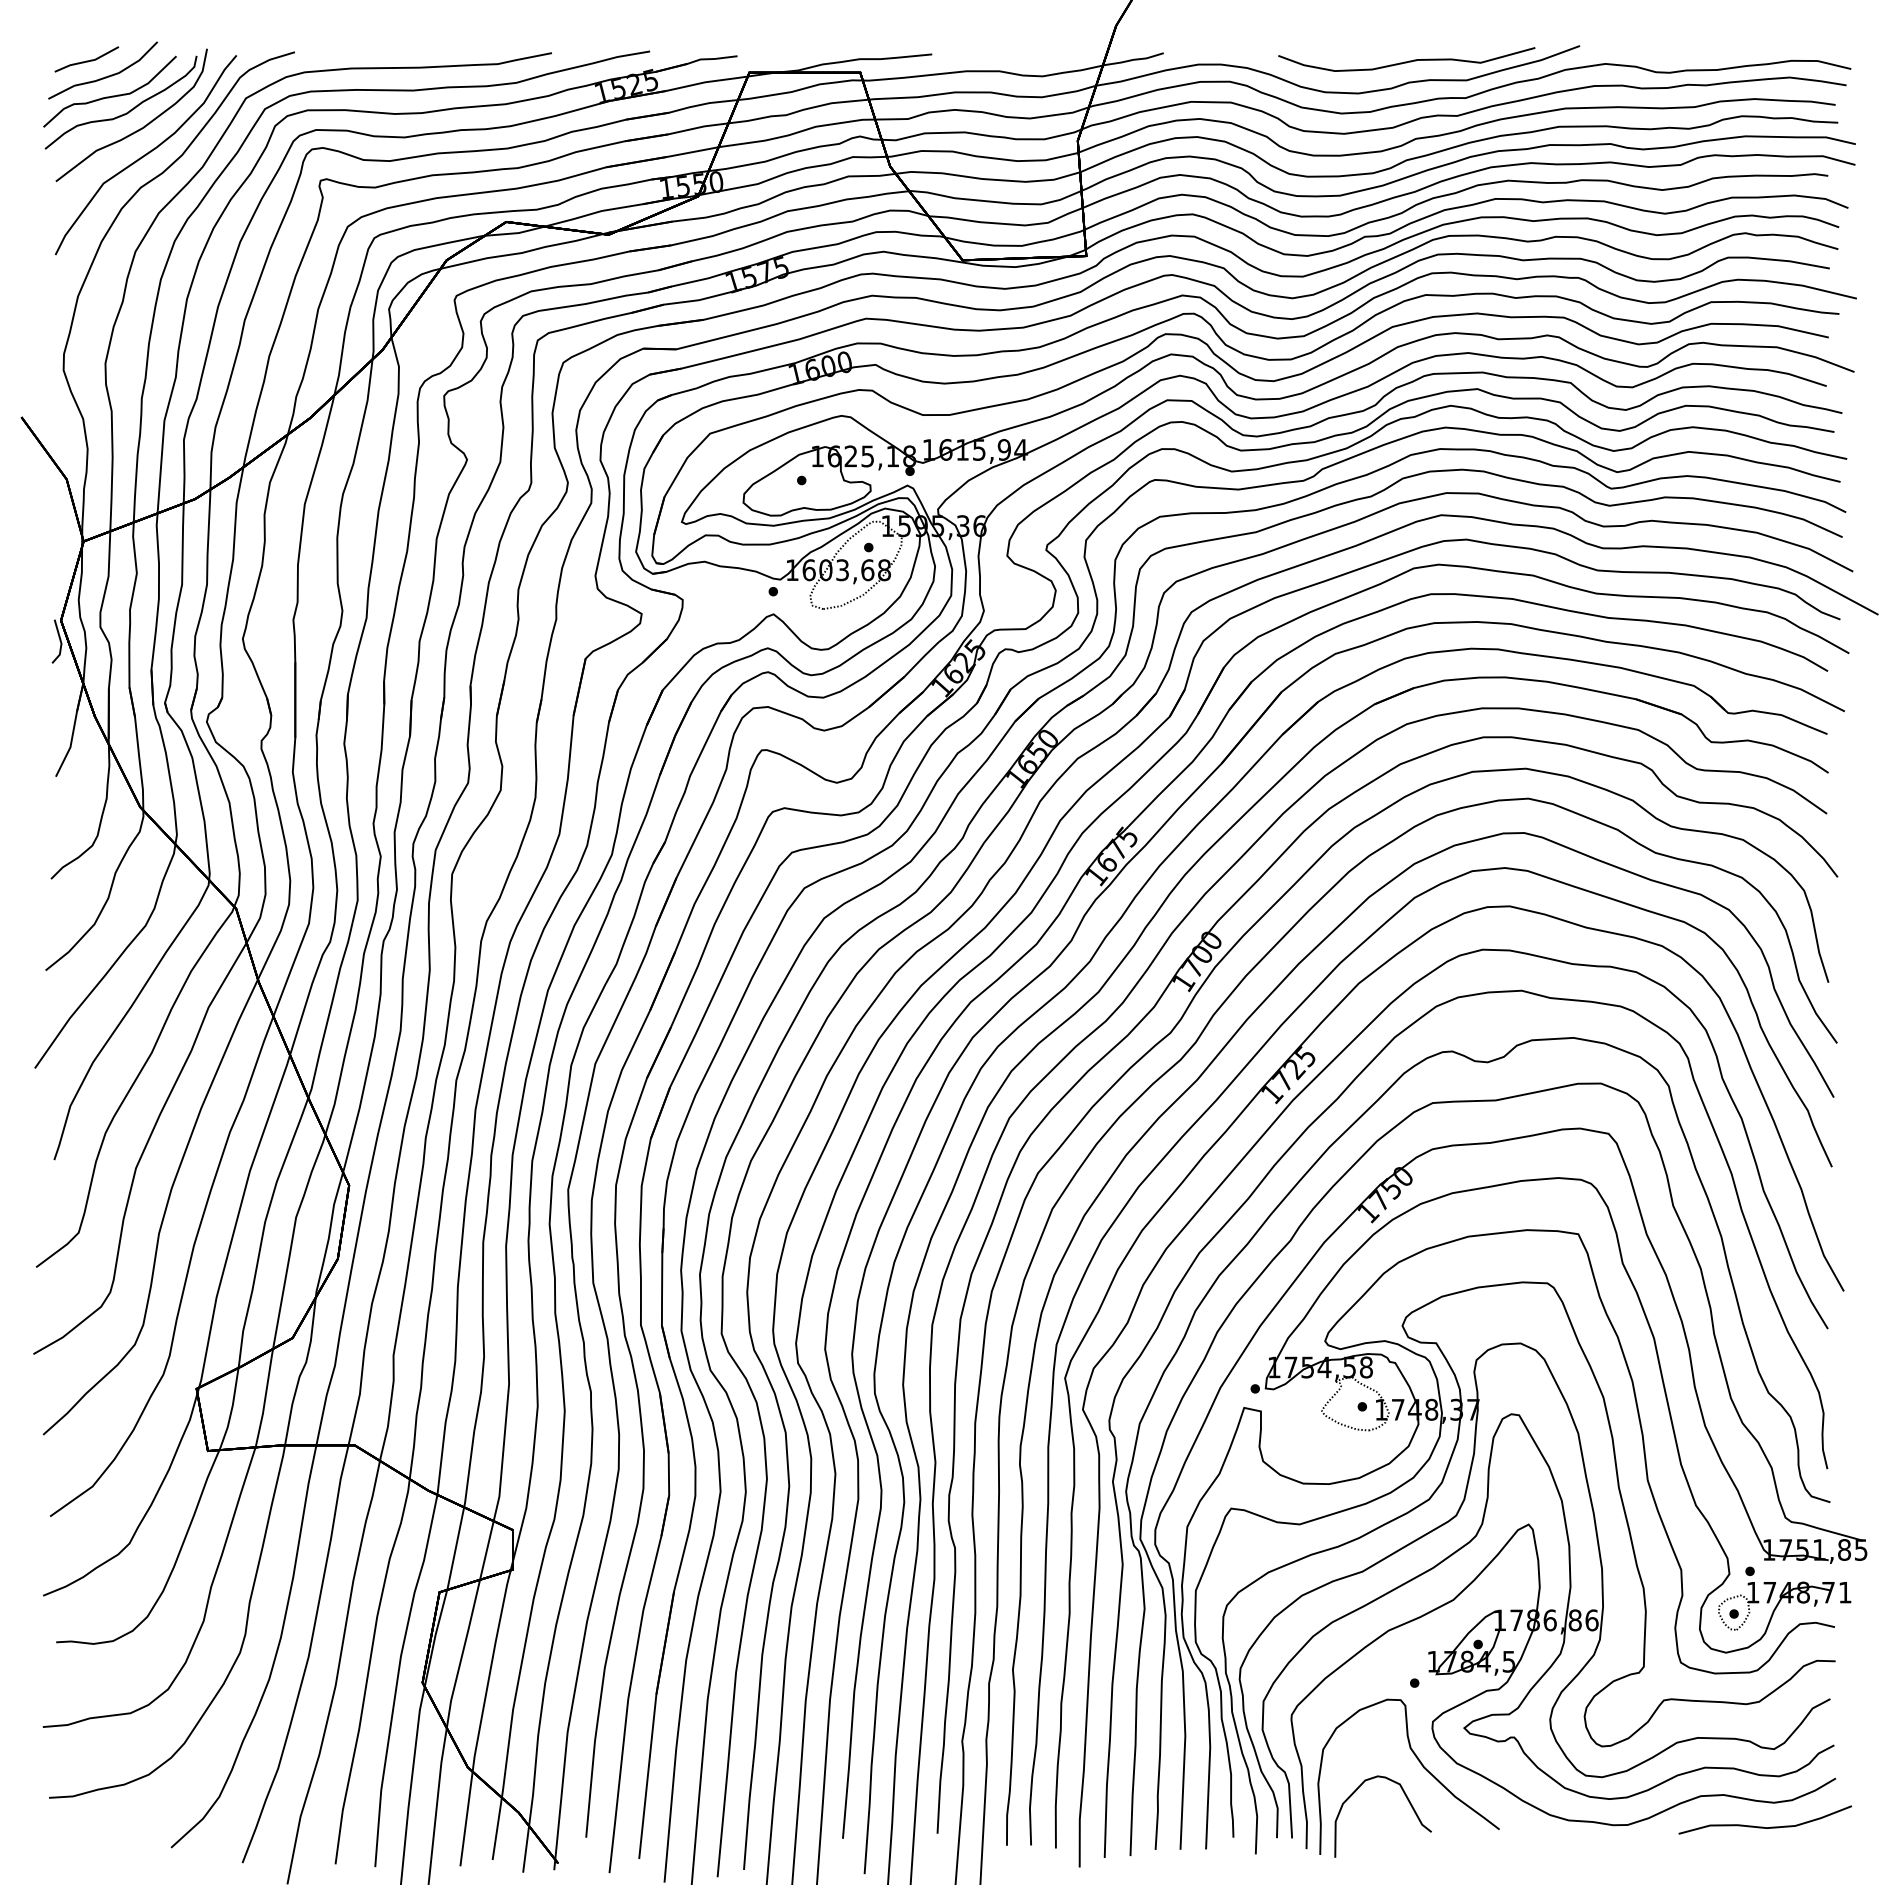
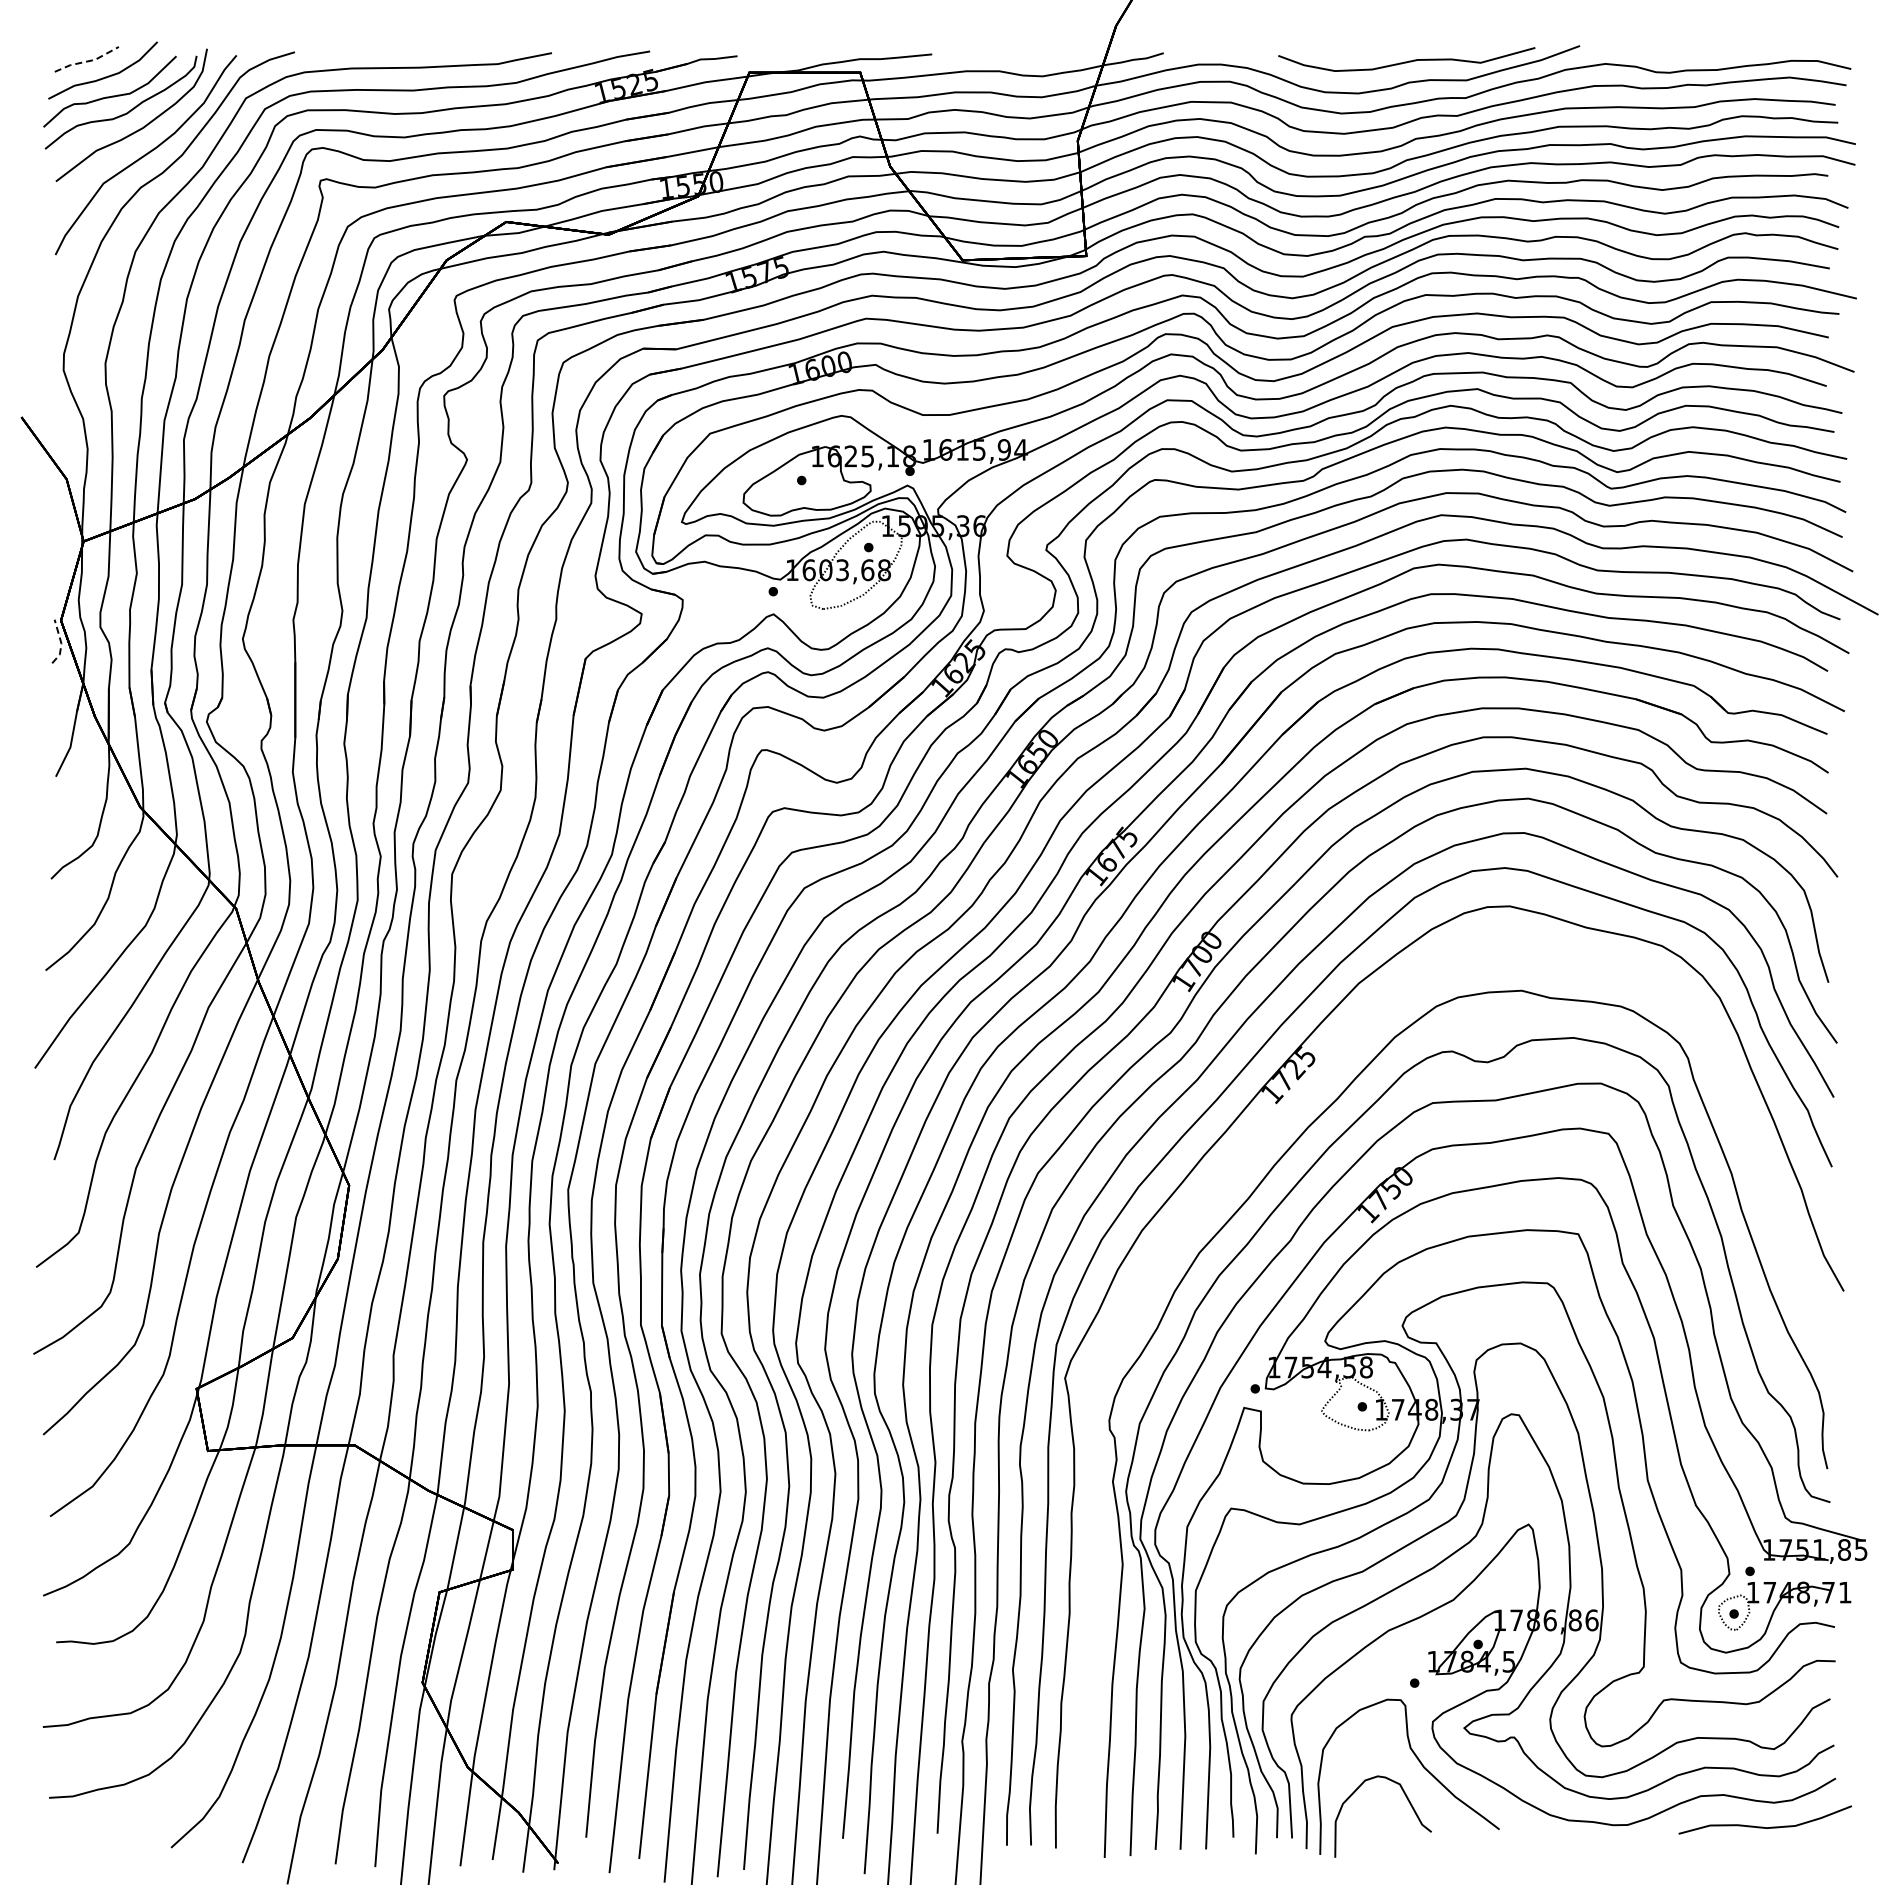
line at (87, 61): solid -> dashed
line at (61, 643): solid -> dashed
curve at (1211, 1197): present -> none
